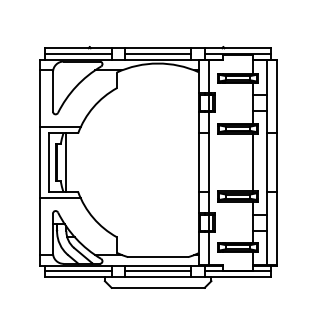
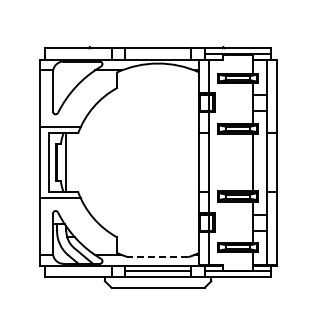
line at (78, 54): present -> none
line at (157, 54): present -> none
line at (157, 257): solid -> dashed
line at (78, 271): present -> none
